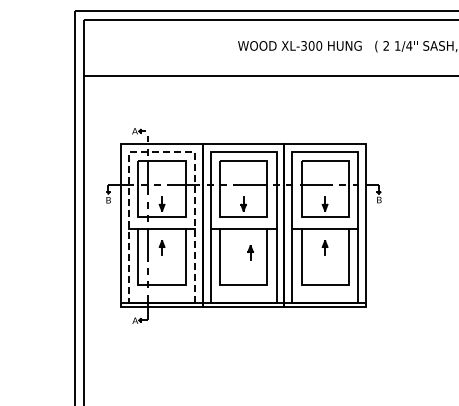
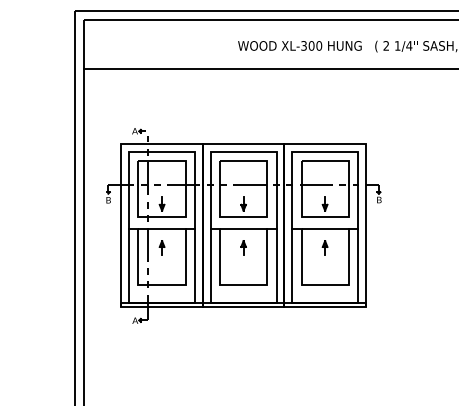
line at (269, 76) position: (269, 76) -> (269, 69)
line at (162, 152): dashed -> solid
part at (250, 252) position: (250, 252) -> (243, 247)
